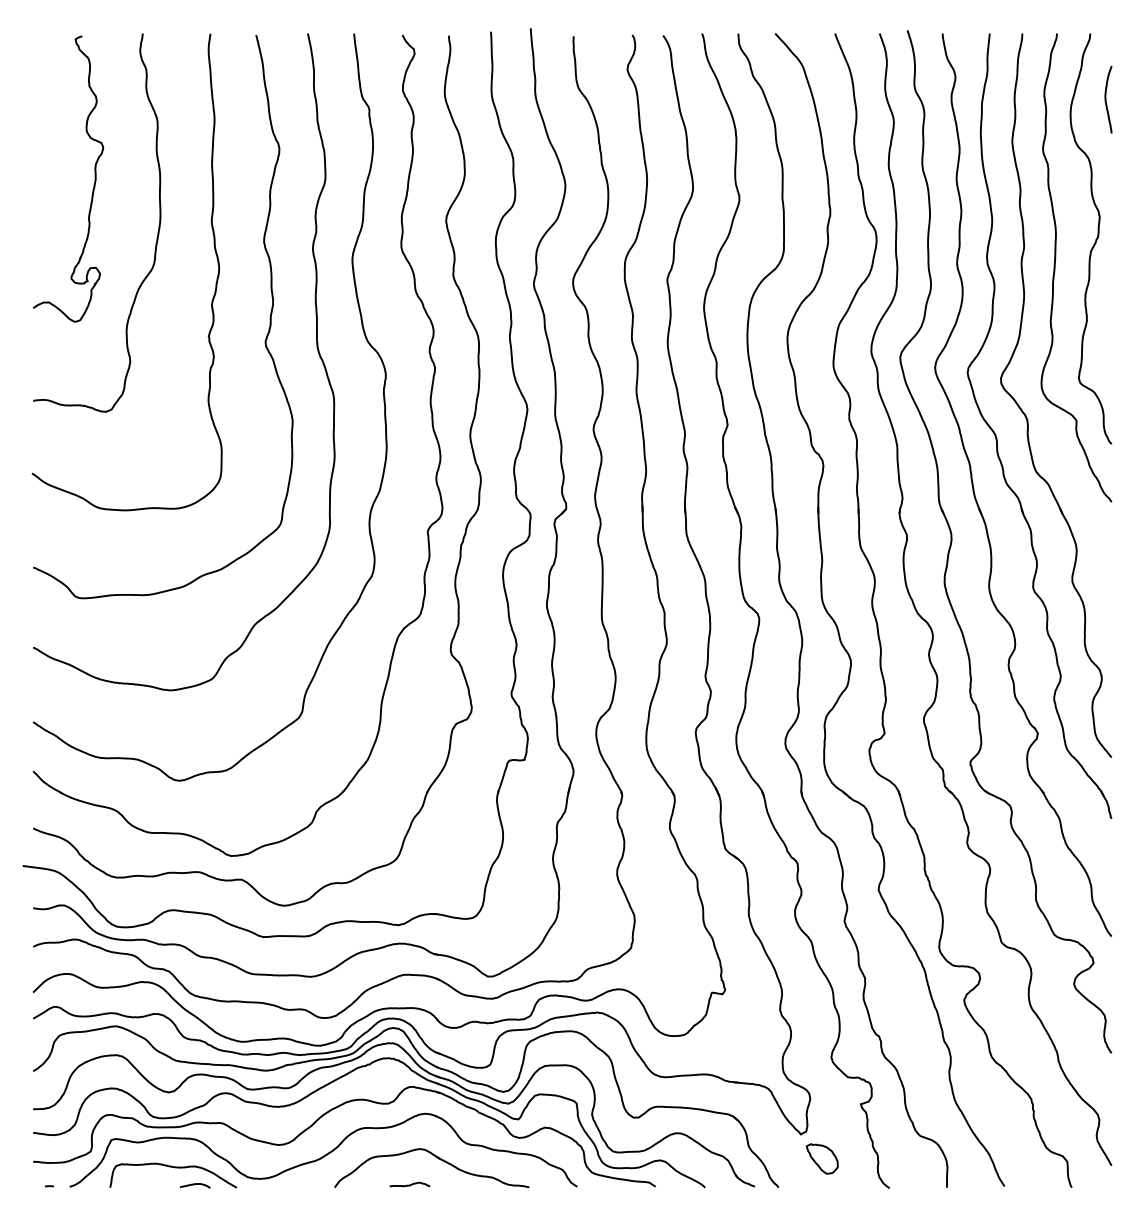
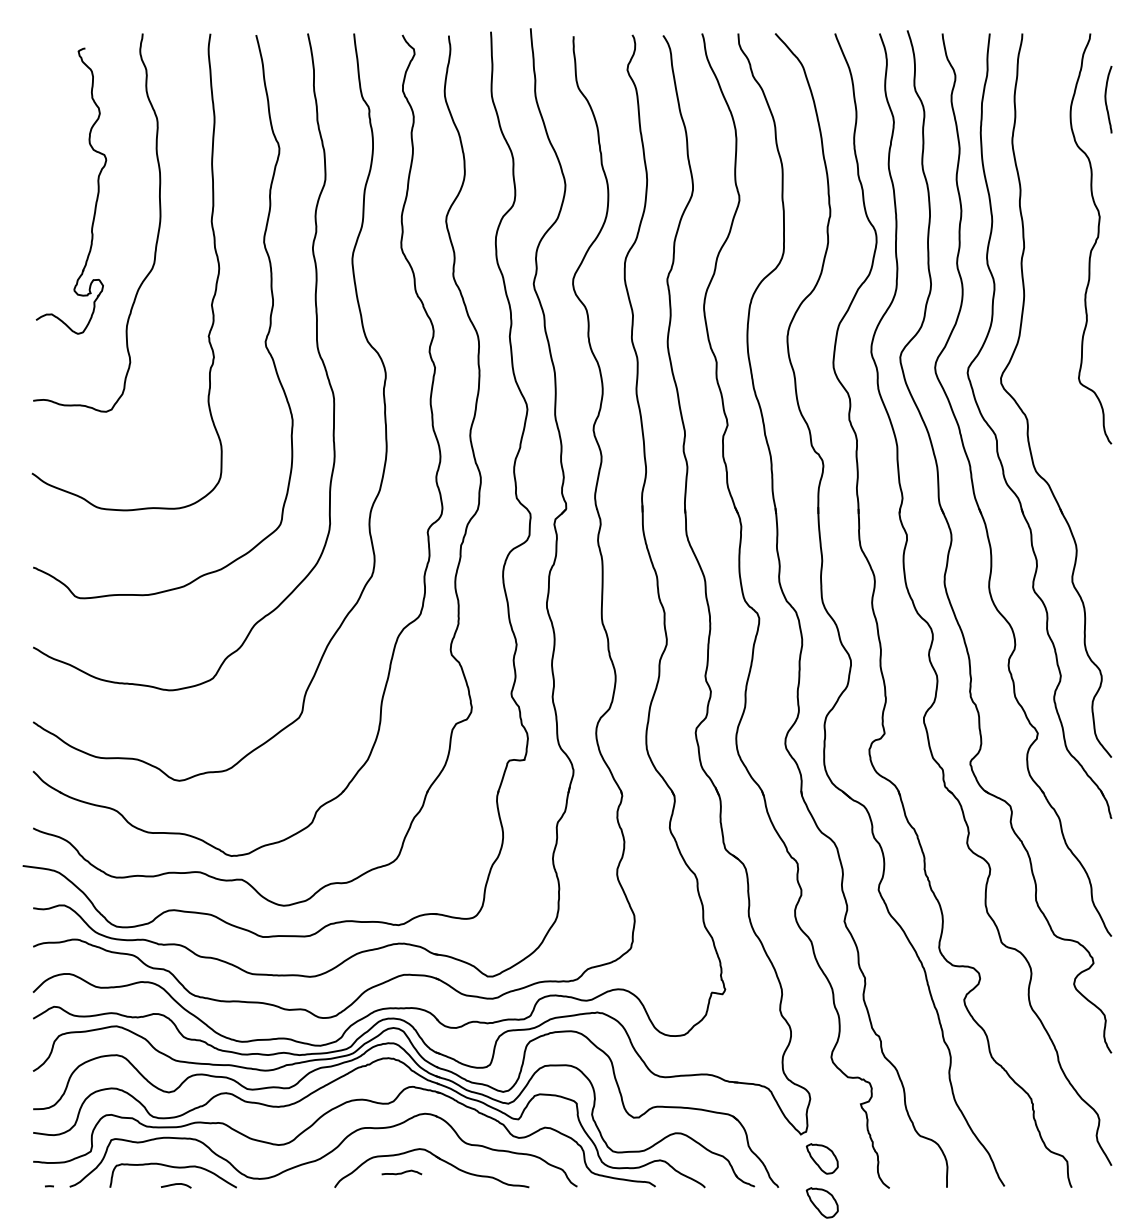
curve at (93, 184) position: (93, 184) -> (96, 196)
curve at (1055, 267): present -> none
curve at (195, 1184) position: (195, 1184) -> (176, 1184)
curve at (409, 1184) position: (409, 1184) -> (401, 1172)
part at (821, 1202): none -> present
